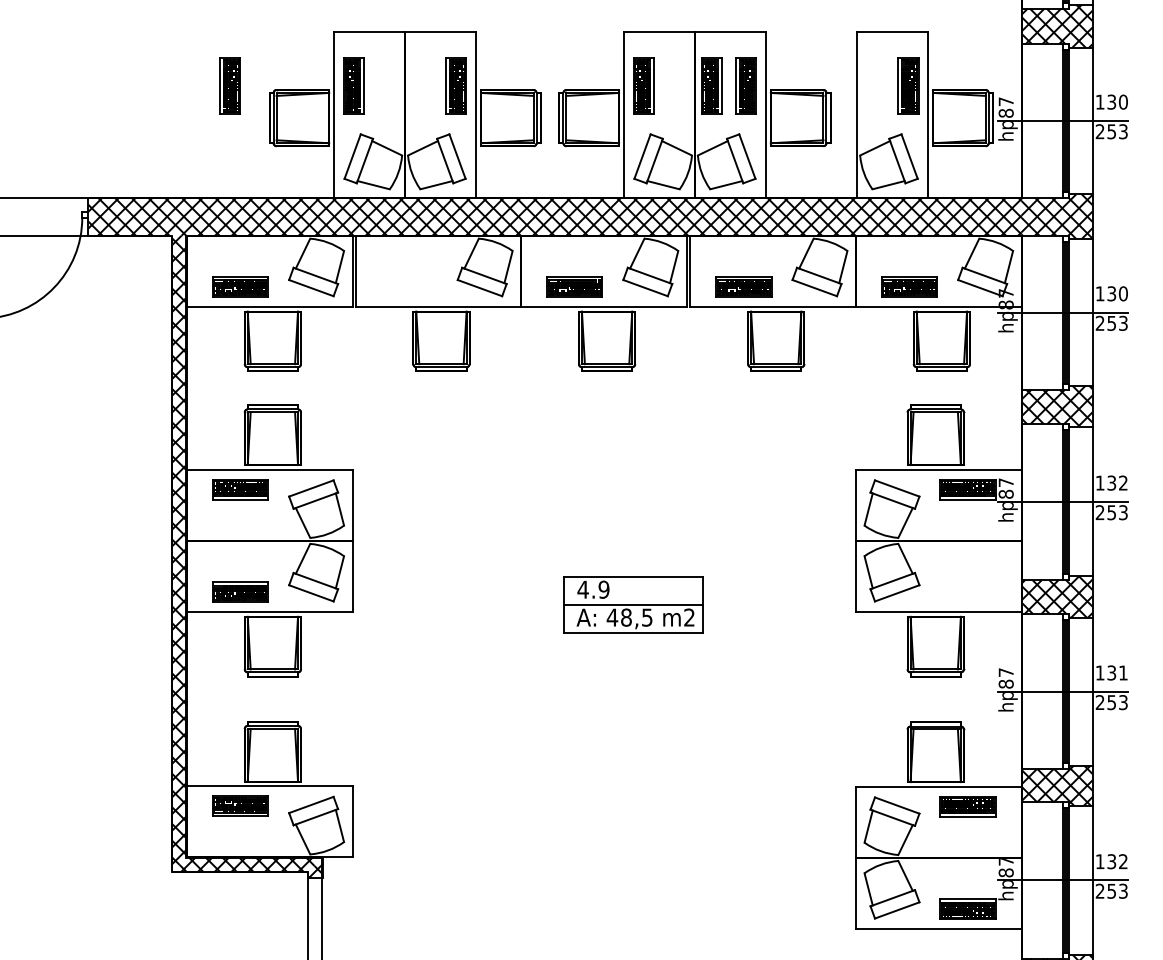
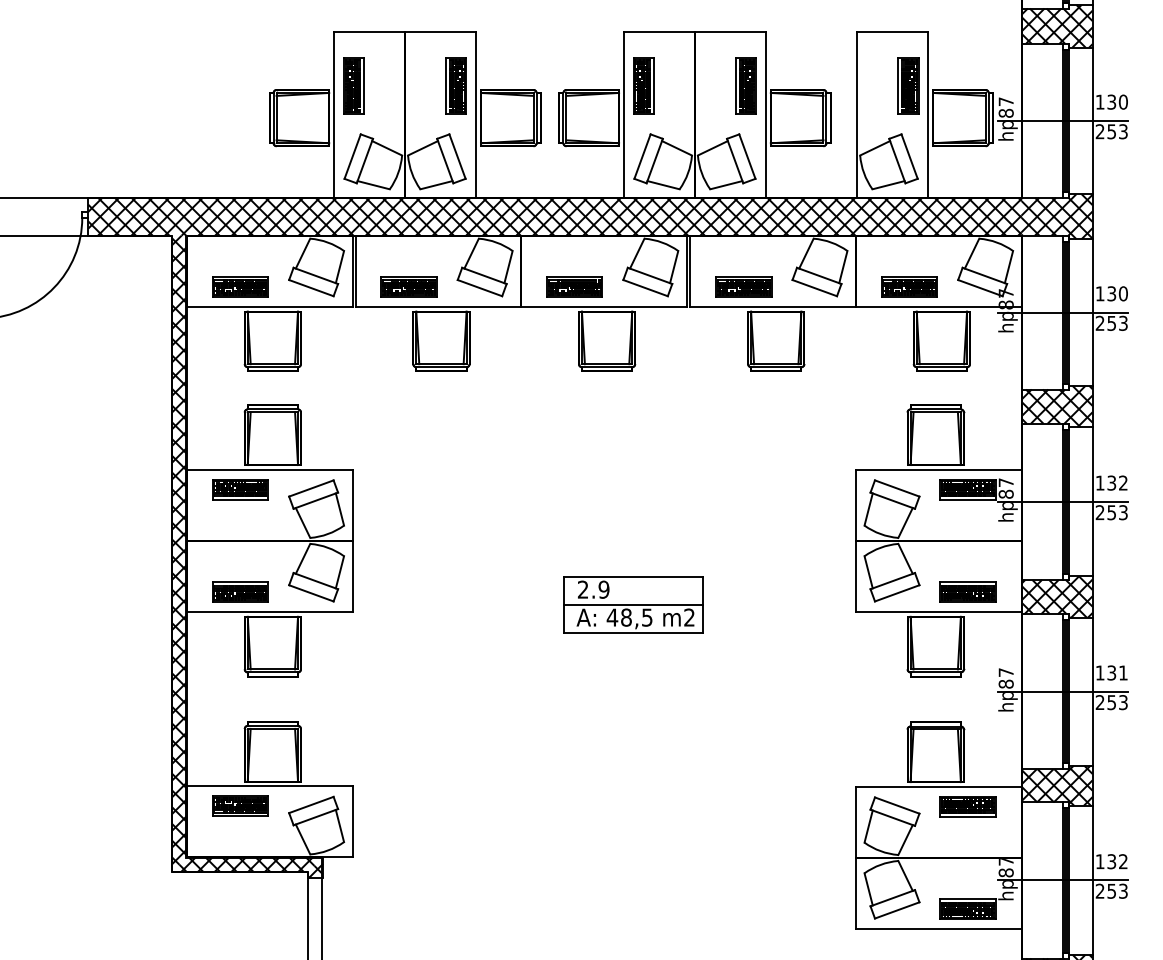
part at (229, 85): present -> none
part at (711, 85): present -> none
part at (408, 286): none -> present
text at (582, 589): 4.9 -> 2.9
part at (967, 591): none -> present
